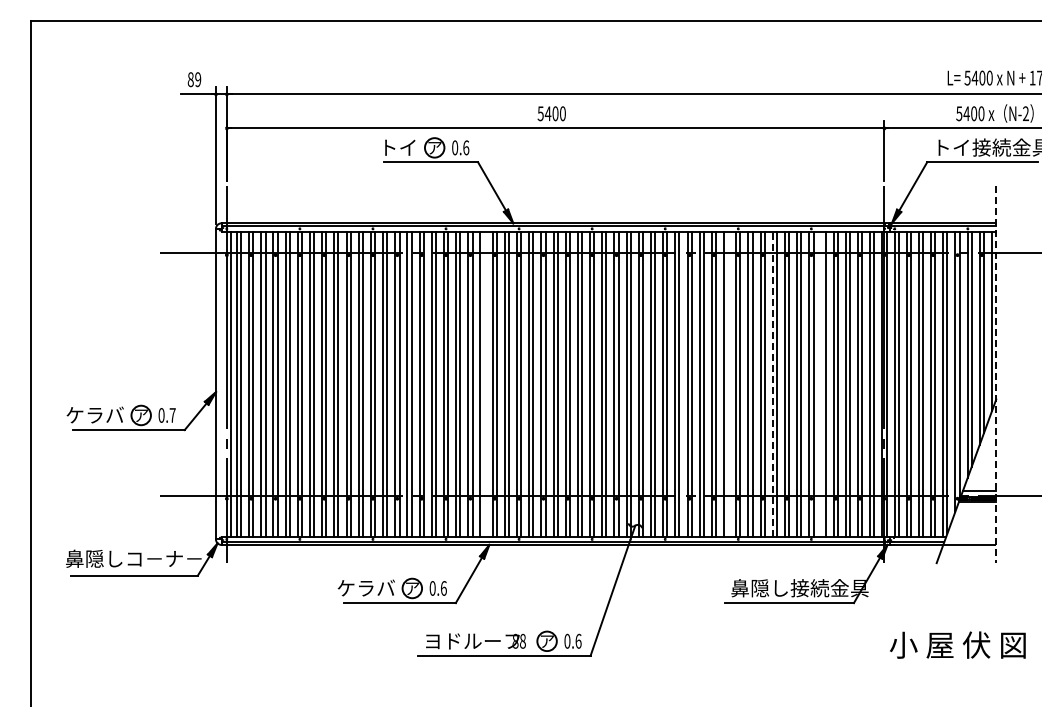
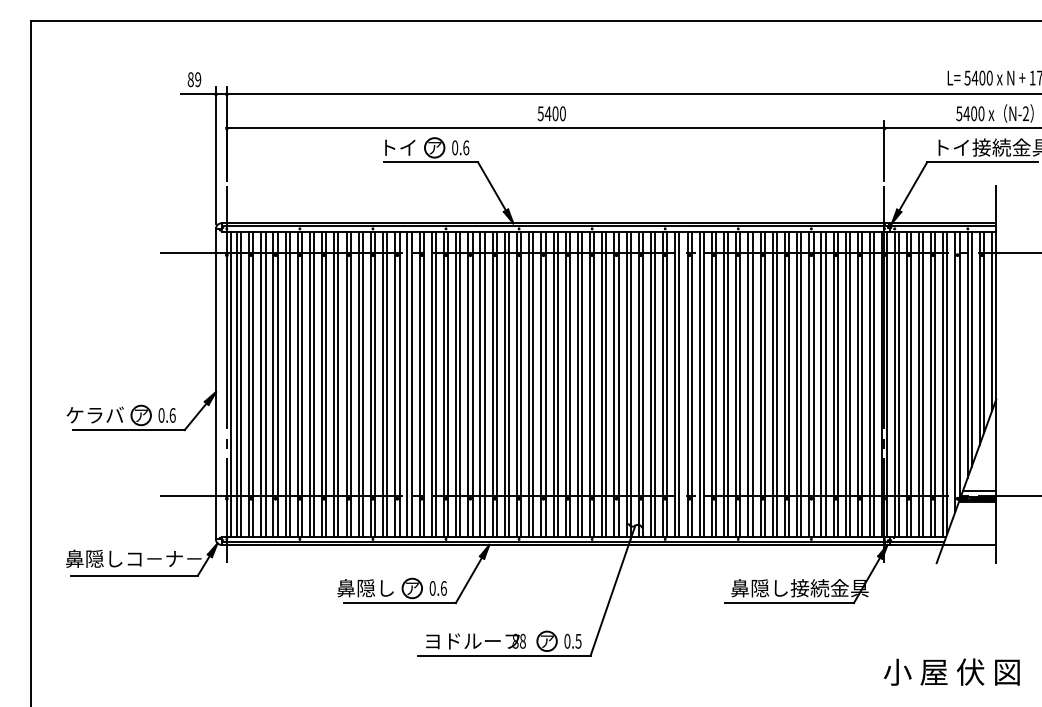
line at (996, 374): dashed -> solid
line at (484, 383): none -> present
line at (728, 383): none -> present
line at (821, 383): none -> present
line at (772, 384): dashed -> solid
text at (172, 415): 0.7 -> 0.6
text at (365, 588): ケラバ -> 鼻隠し
text at (578, 640): 0.6 -> 0.5
text at (957, 644) position: (957, 644) -> (951, 671)
